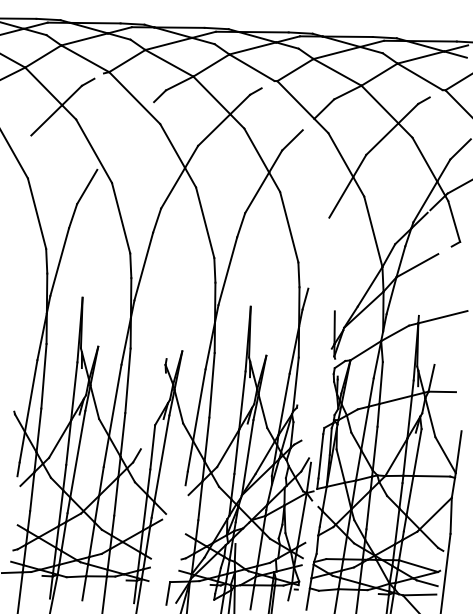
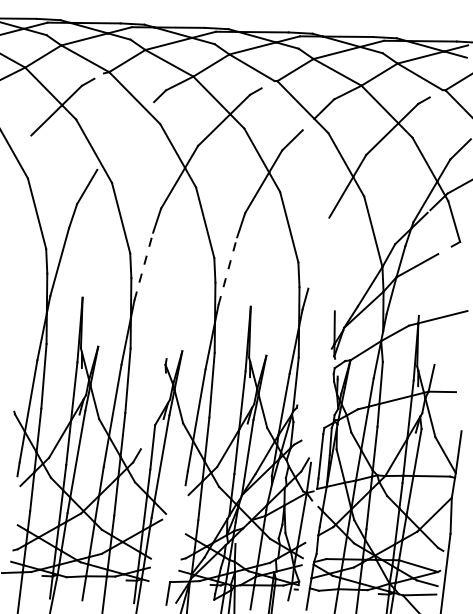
line at (143, 266): solid -> dashed
line at (227, 270): solid -> dashed
